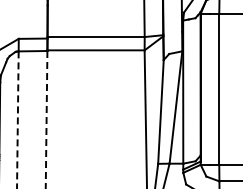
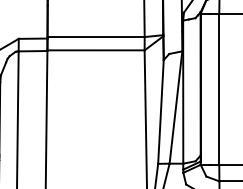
line at (46, 119): dashed -> solid
line at (17, 120): dashed -> solid
